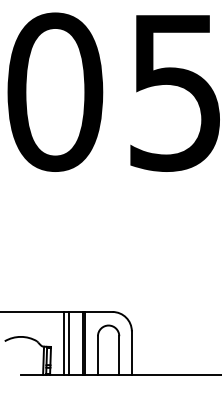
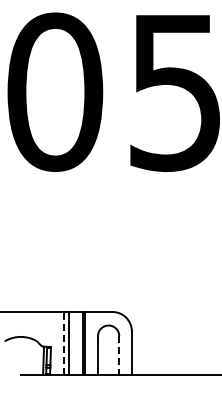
line at (64, 343): solid -> dashed
line at (119, 356): solid -> dashed
